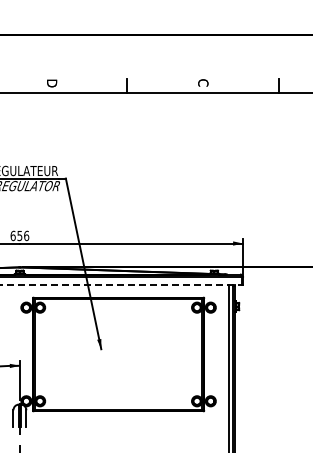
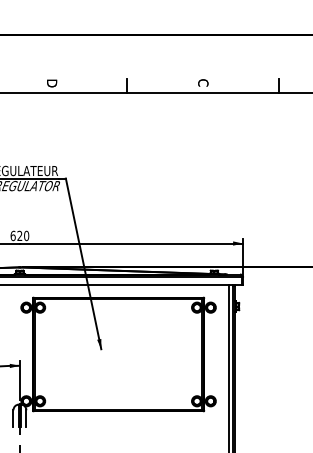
text at (23, 235): 656 -> 620
line at (121, 285): dashed -> solid
